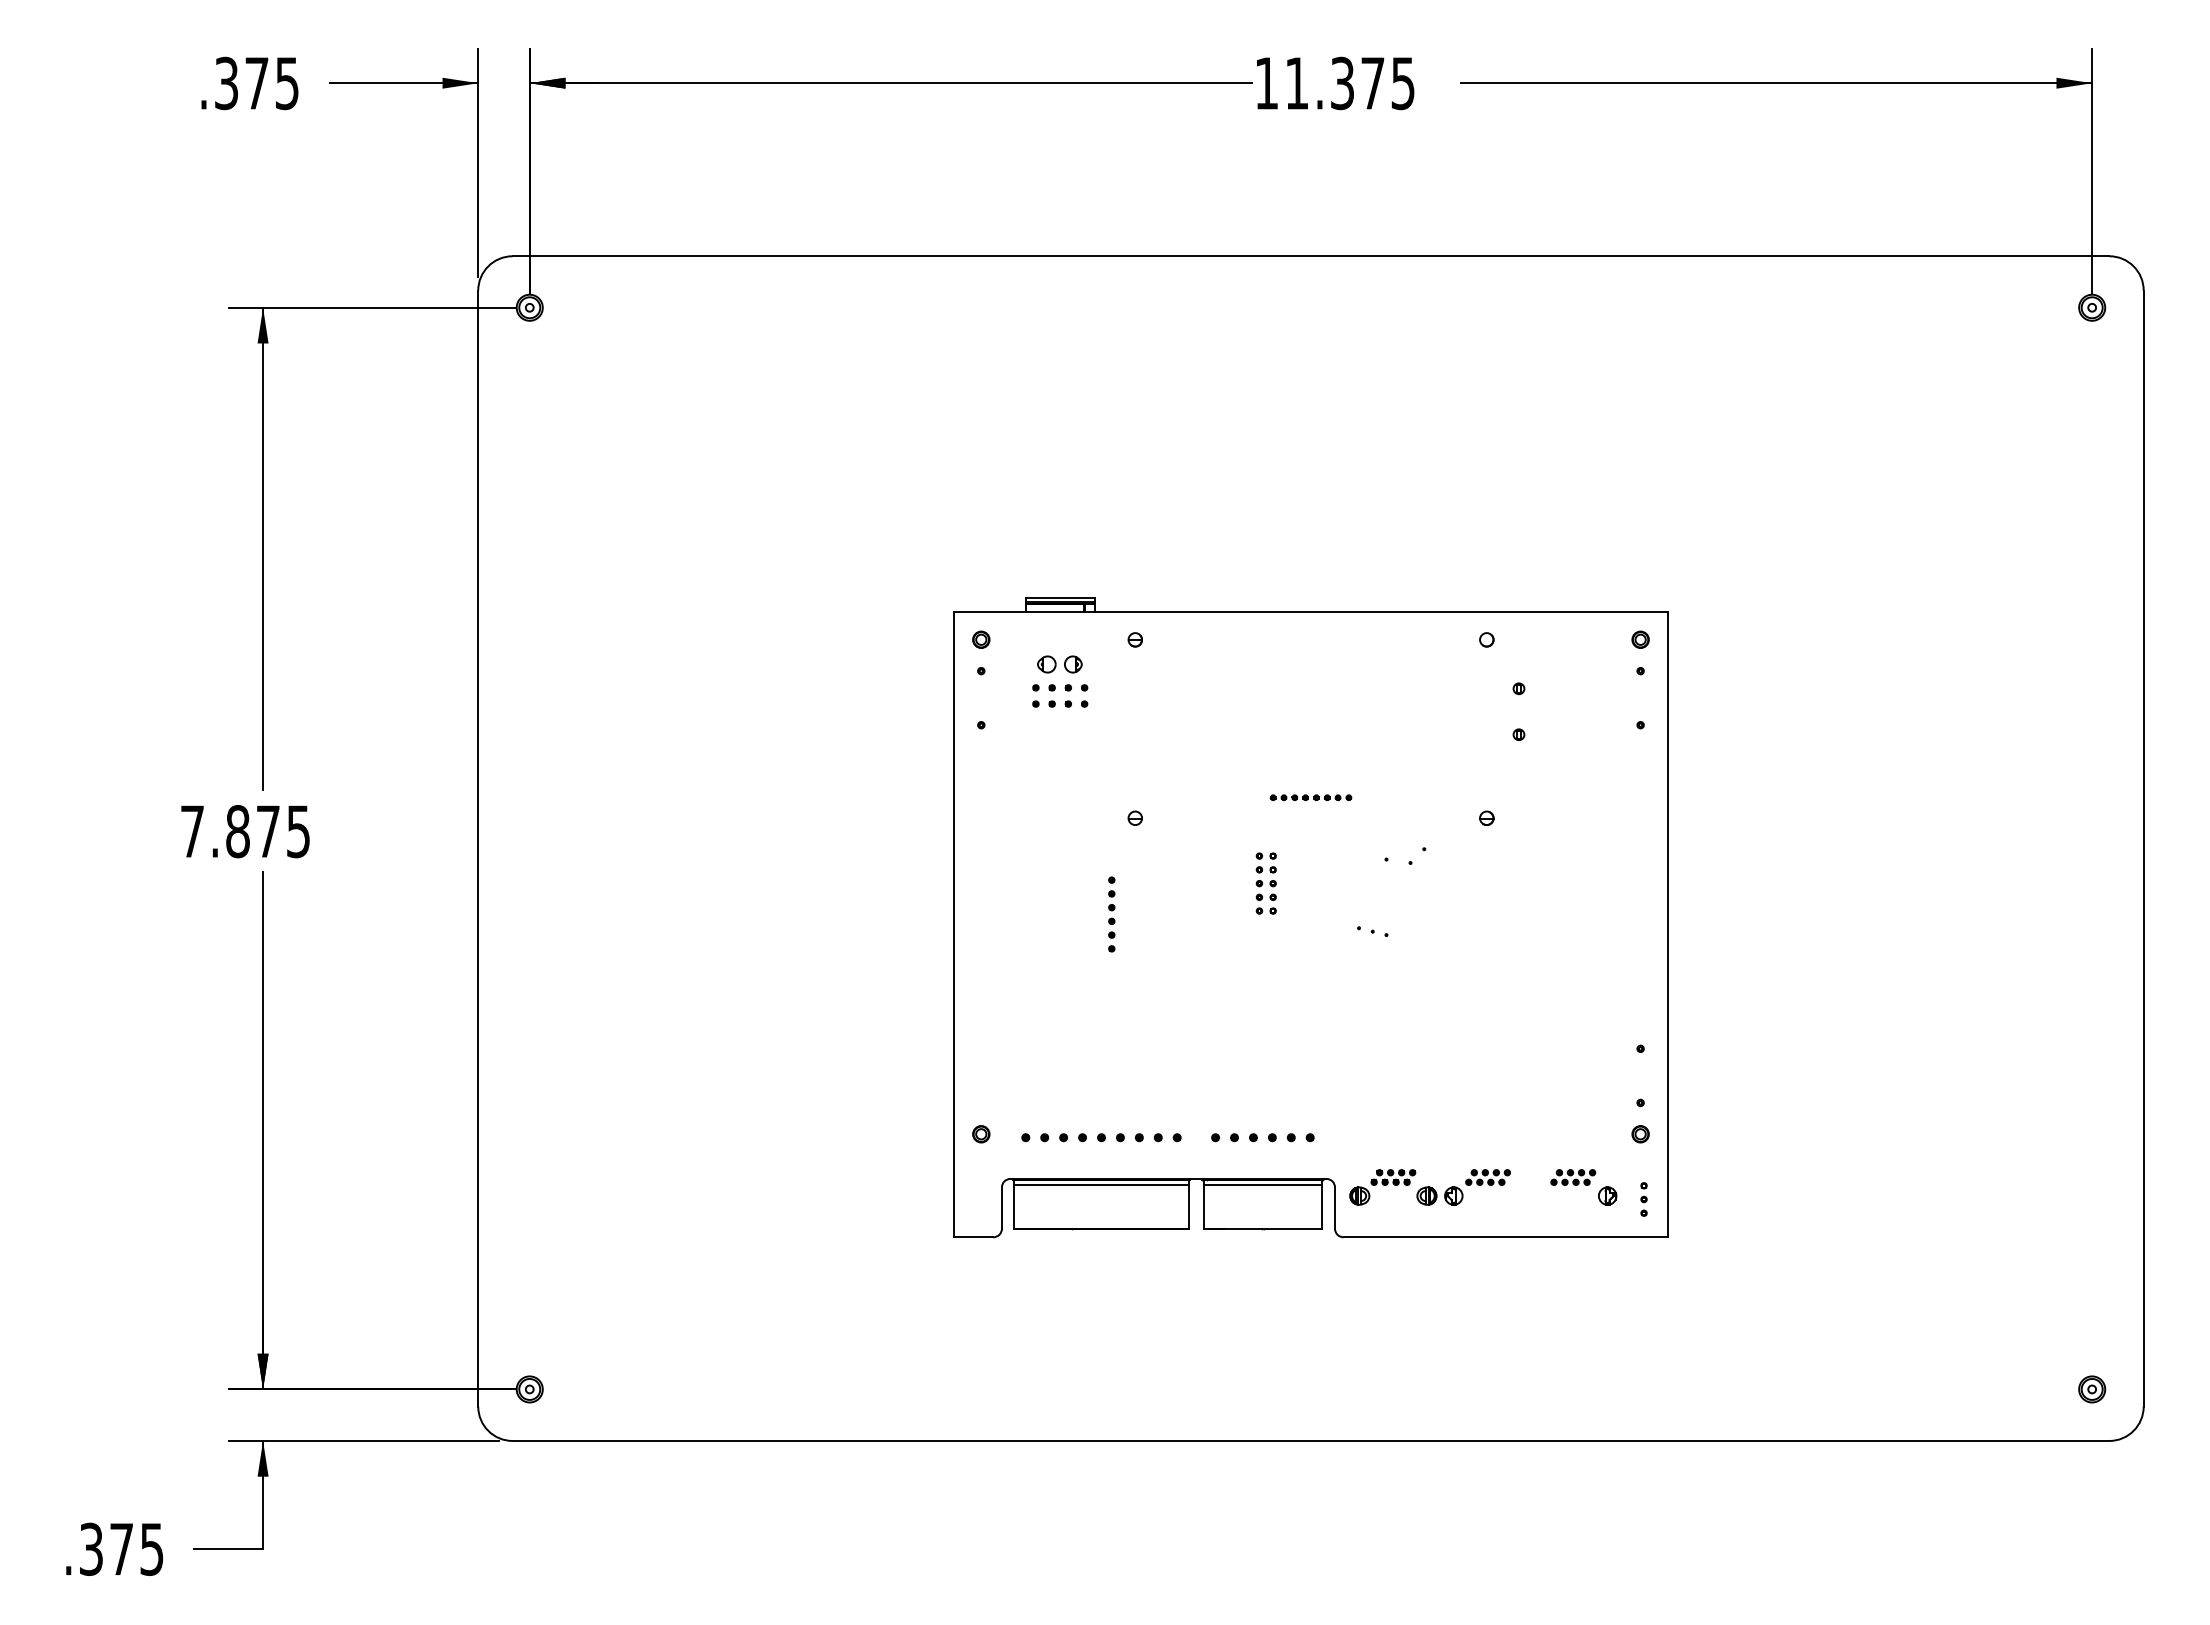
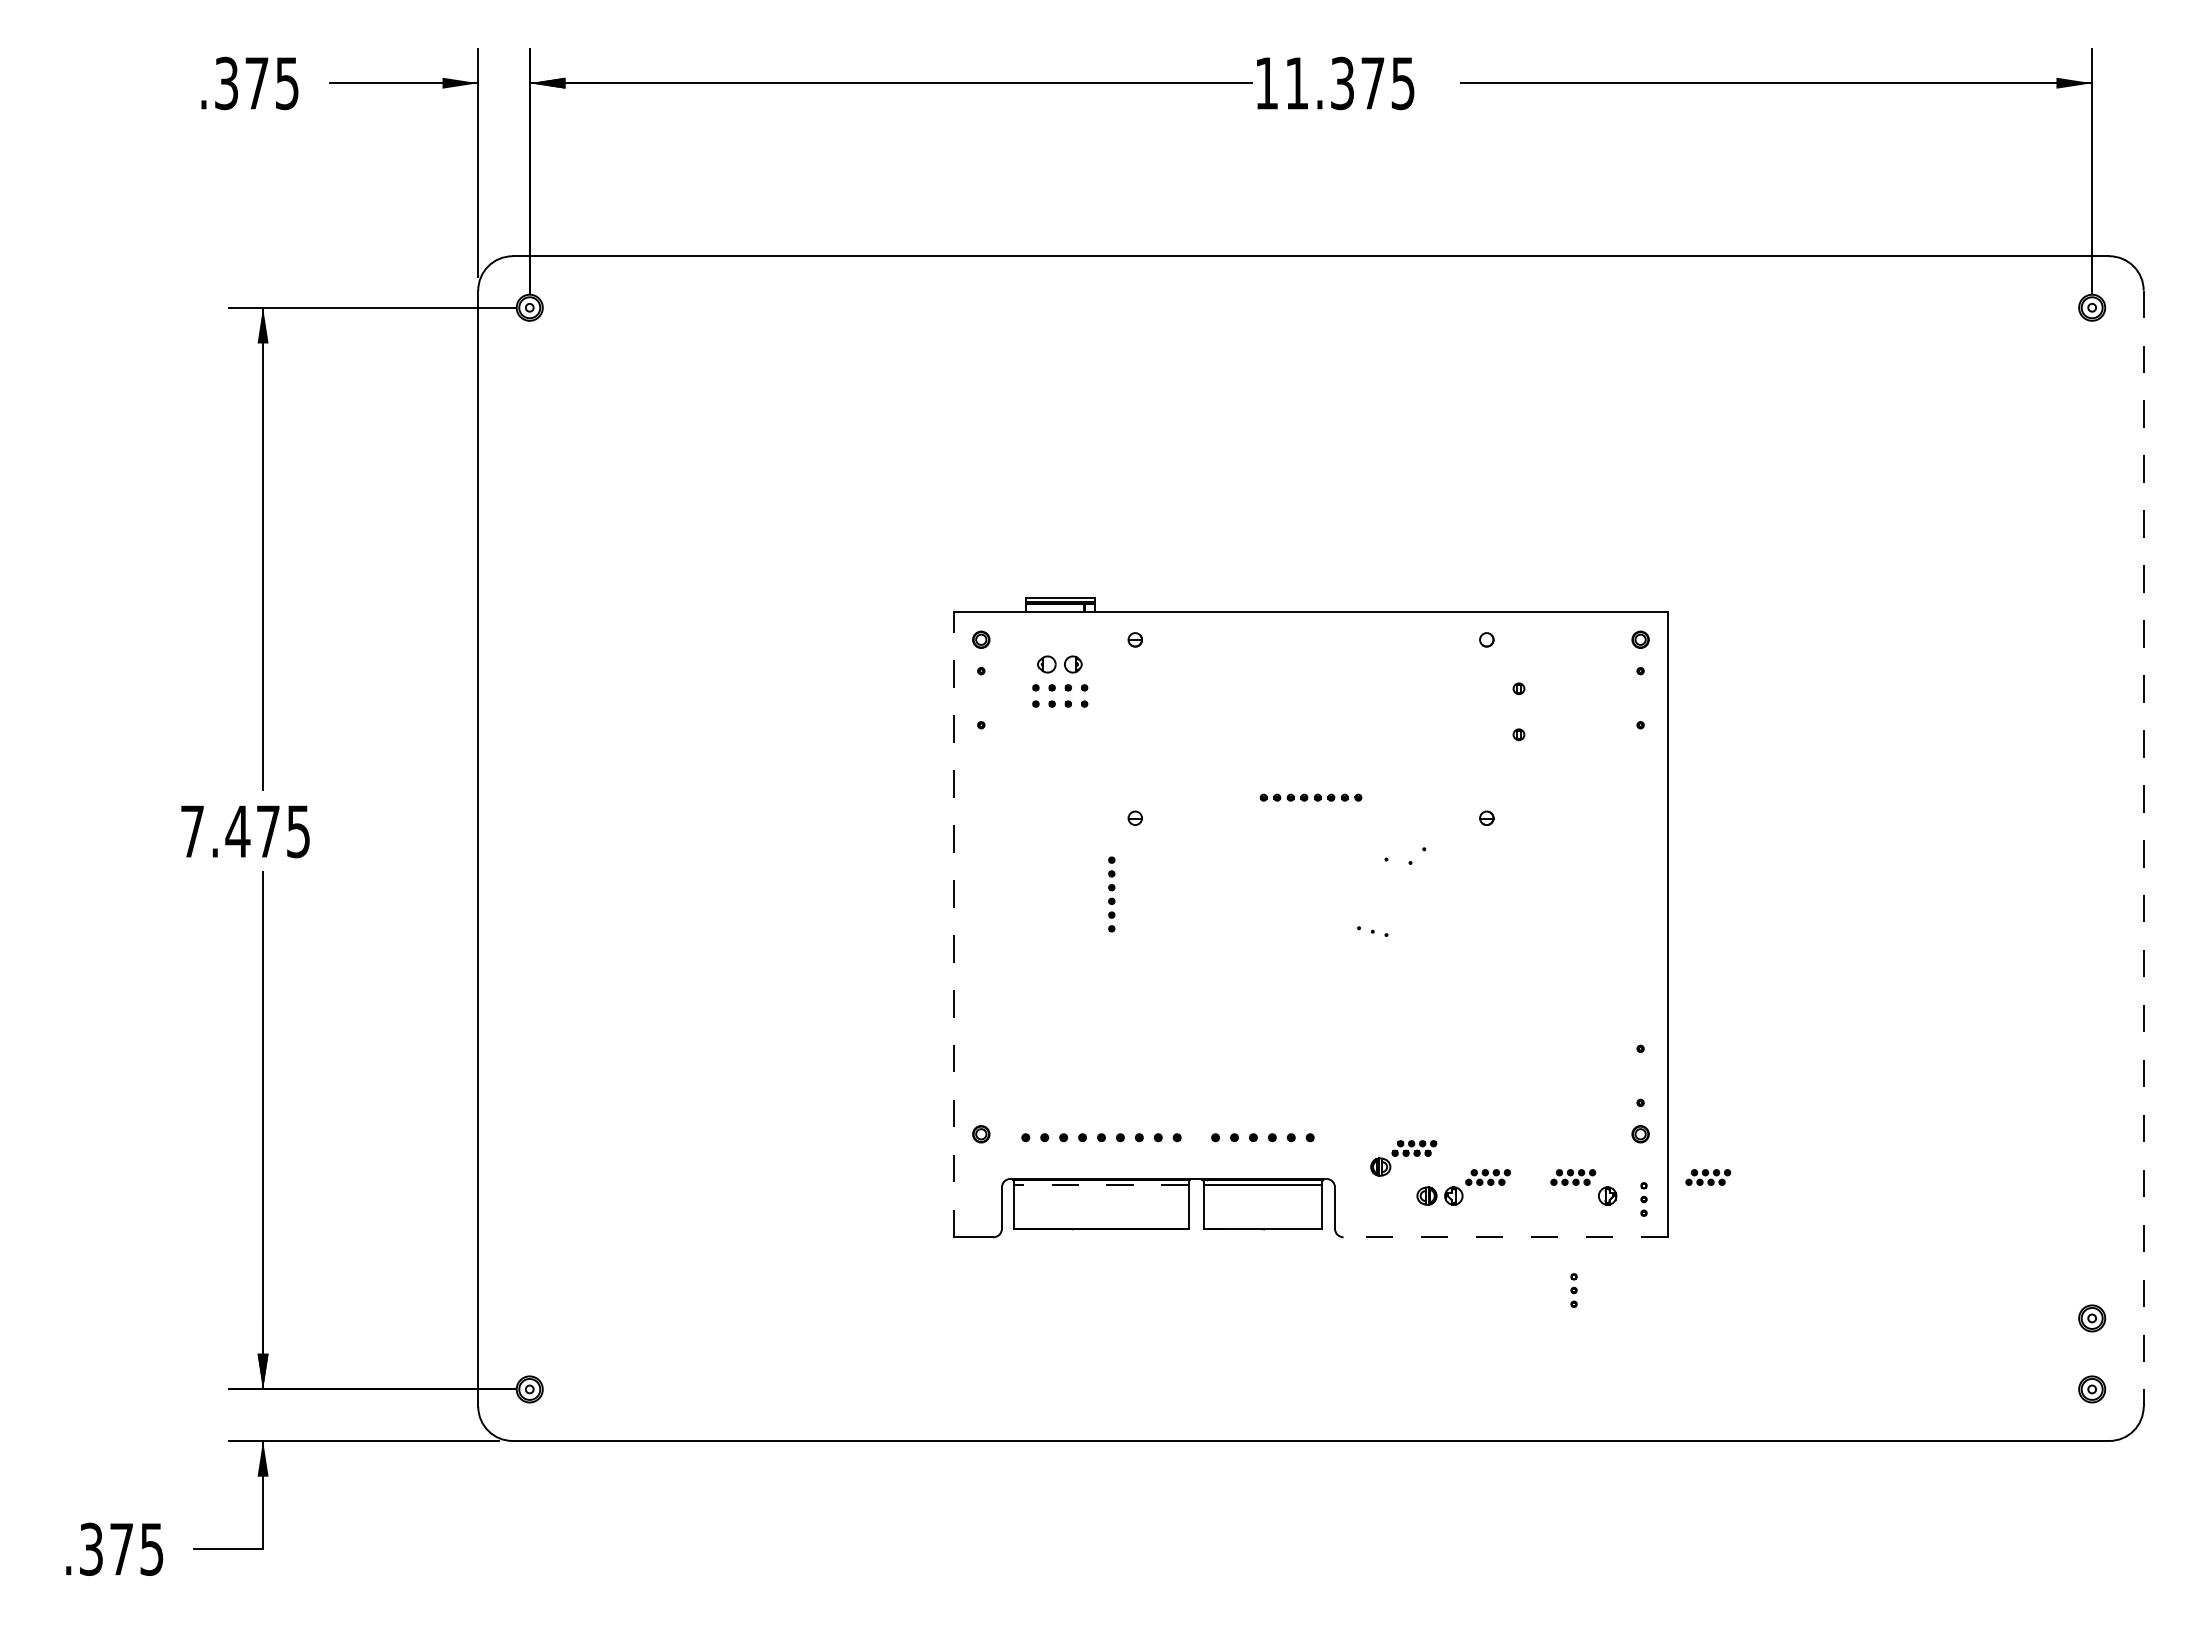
part at (1310, 797) size: 84x8 px -> 104x9 px
text at (237, 831): 7.875 -> 7.475
line at (2143, 849): solid -> dashed
part at (1265, 883): present -> none
part at (1111, 914) position: (1111, 914) -> (1111, 894)
line at (953, 924): solid -> dashed
part at (1708, 1177): none -> present
line at (1101, 1184): solid -> dashed
part at (1382, 1187) position: (1382, 1187) -> (1403, 1158)
line at (1505, 1237): solid -> dashed
part at (1573, 1290): none -> present
part at (2092, 1318): none -> present
